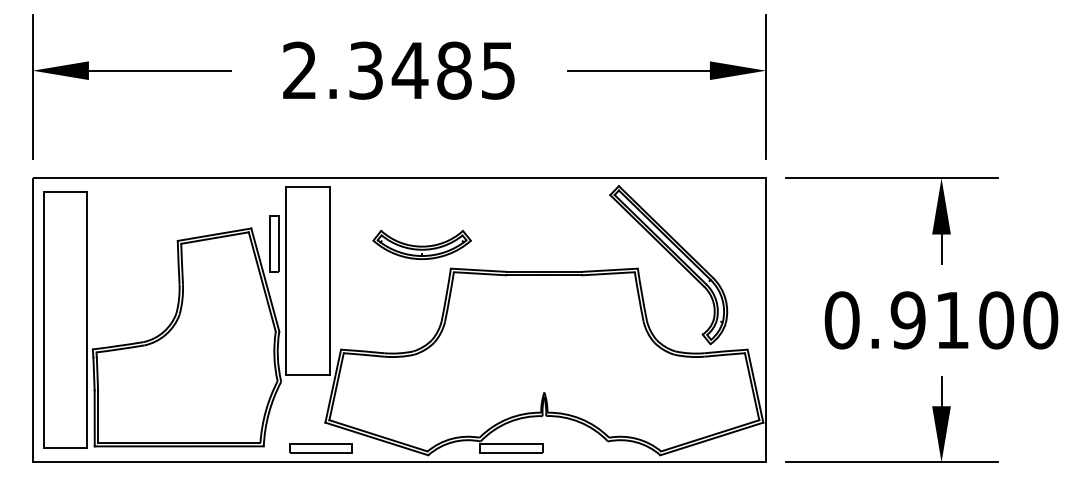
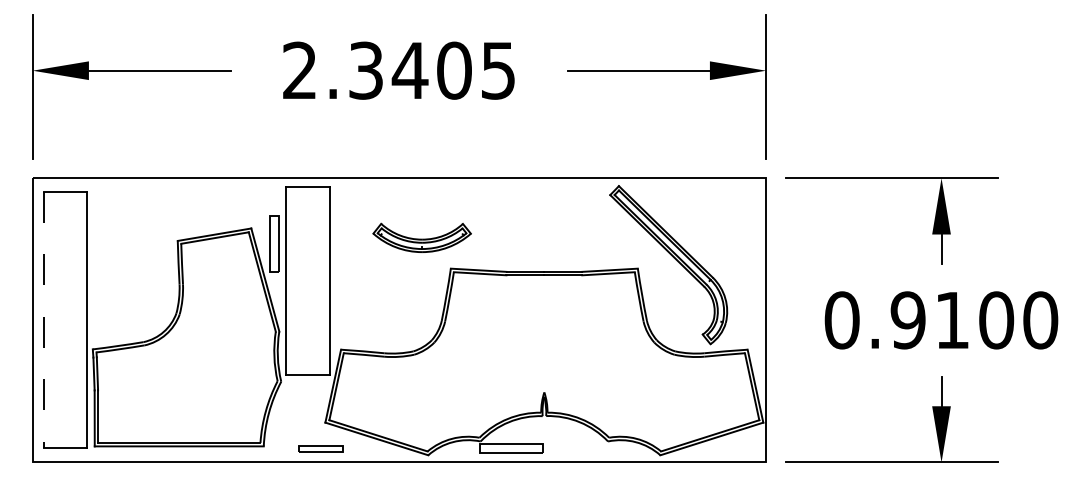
text at (454, 70): 2.3485 -> 2.3405
part at (421, 244) position: (421, 244) -> (421, 237)
line at (43, 320): solid -> dashed
part at (320, 448) size: 64x11 px -> 46x8 px
